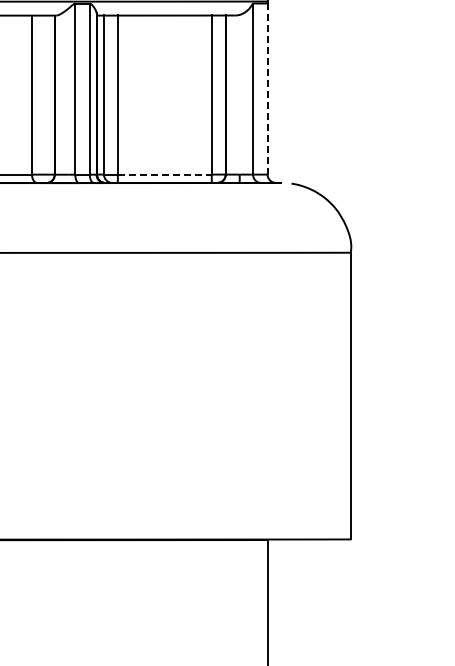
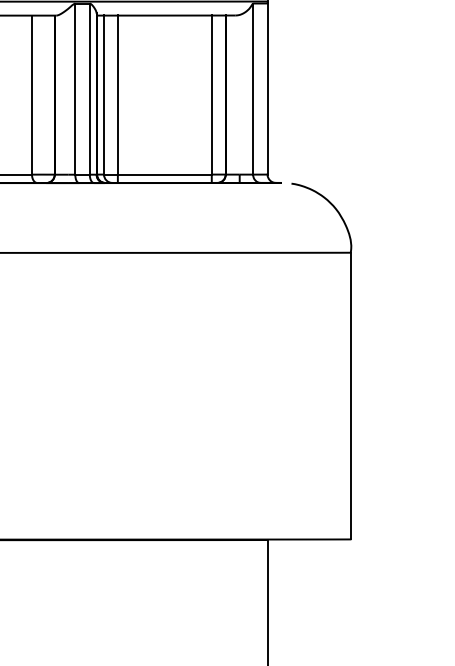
line at (267, 89): dashed -> solid
line at (164, 174): dashed -> solid
